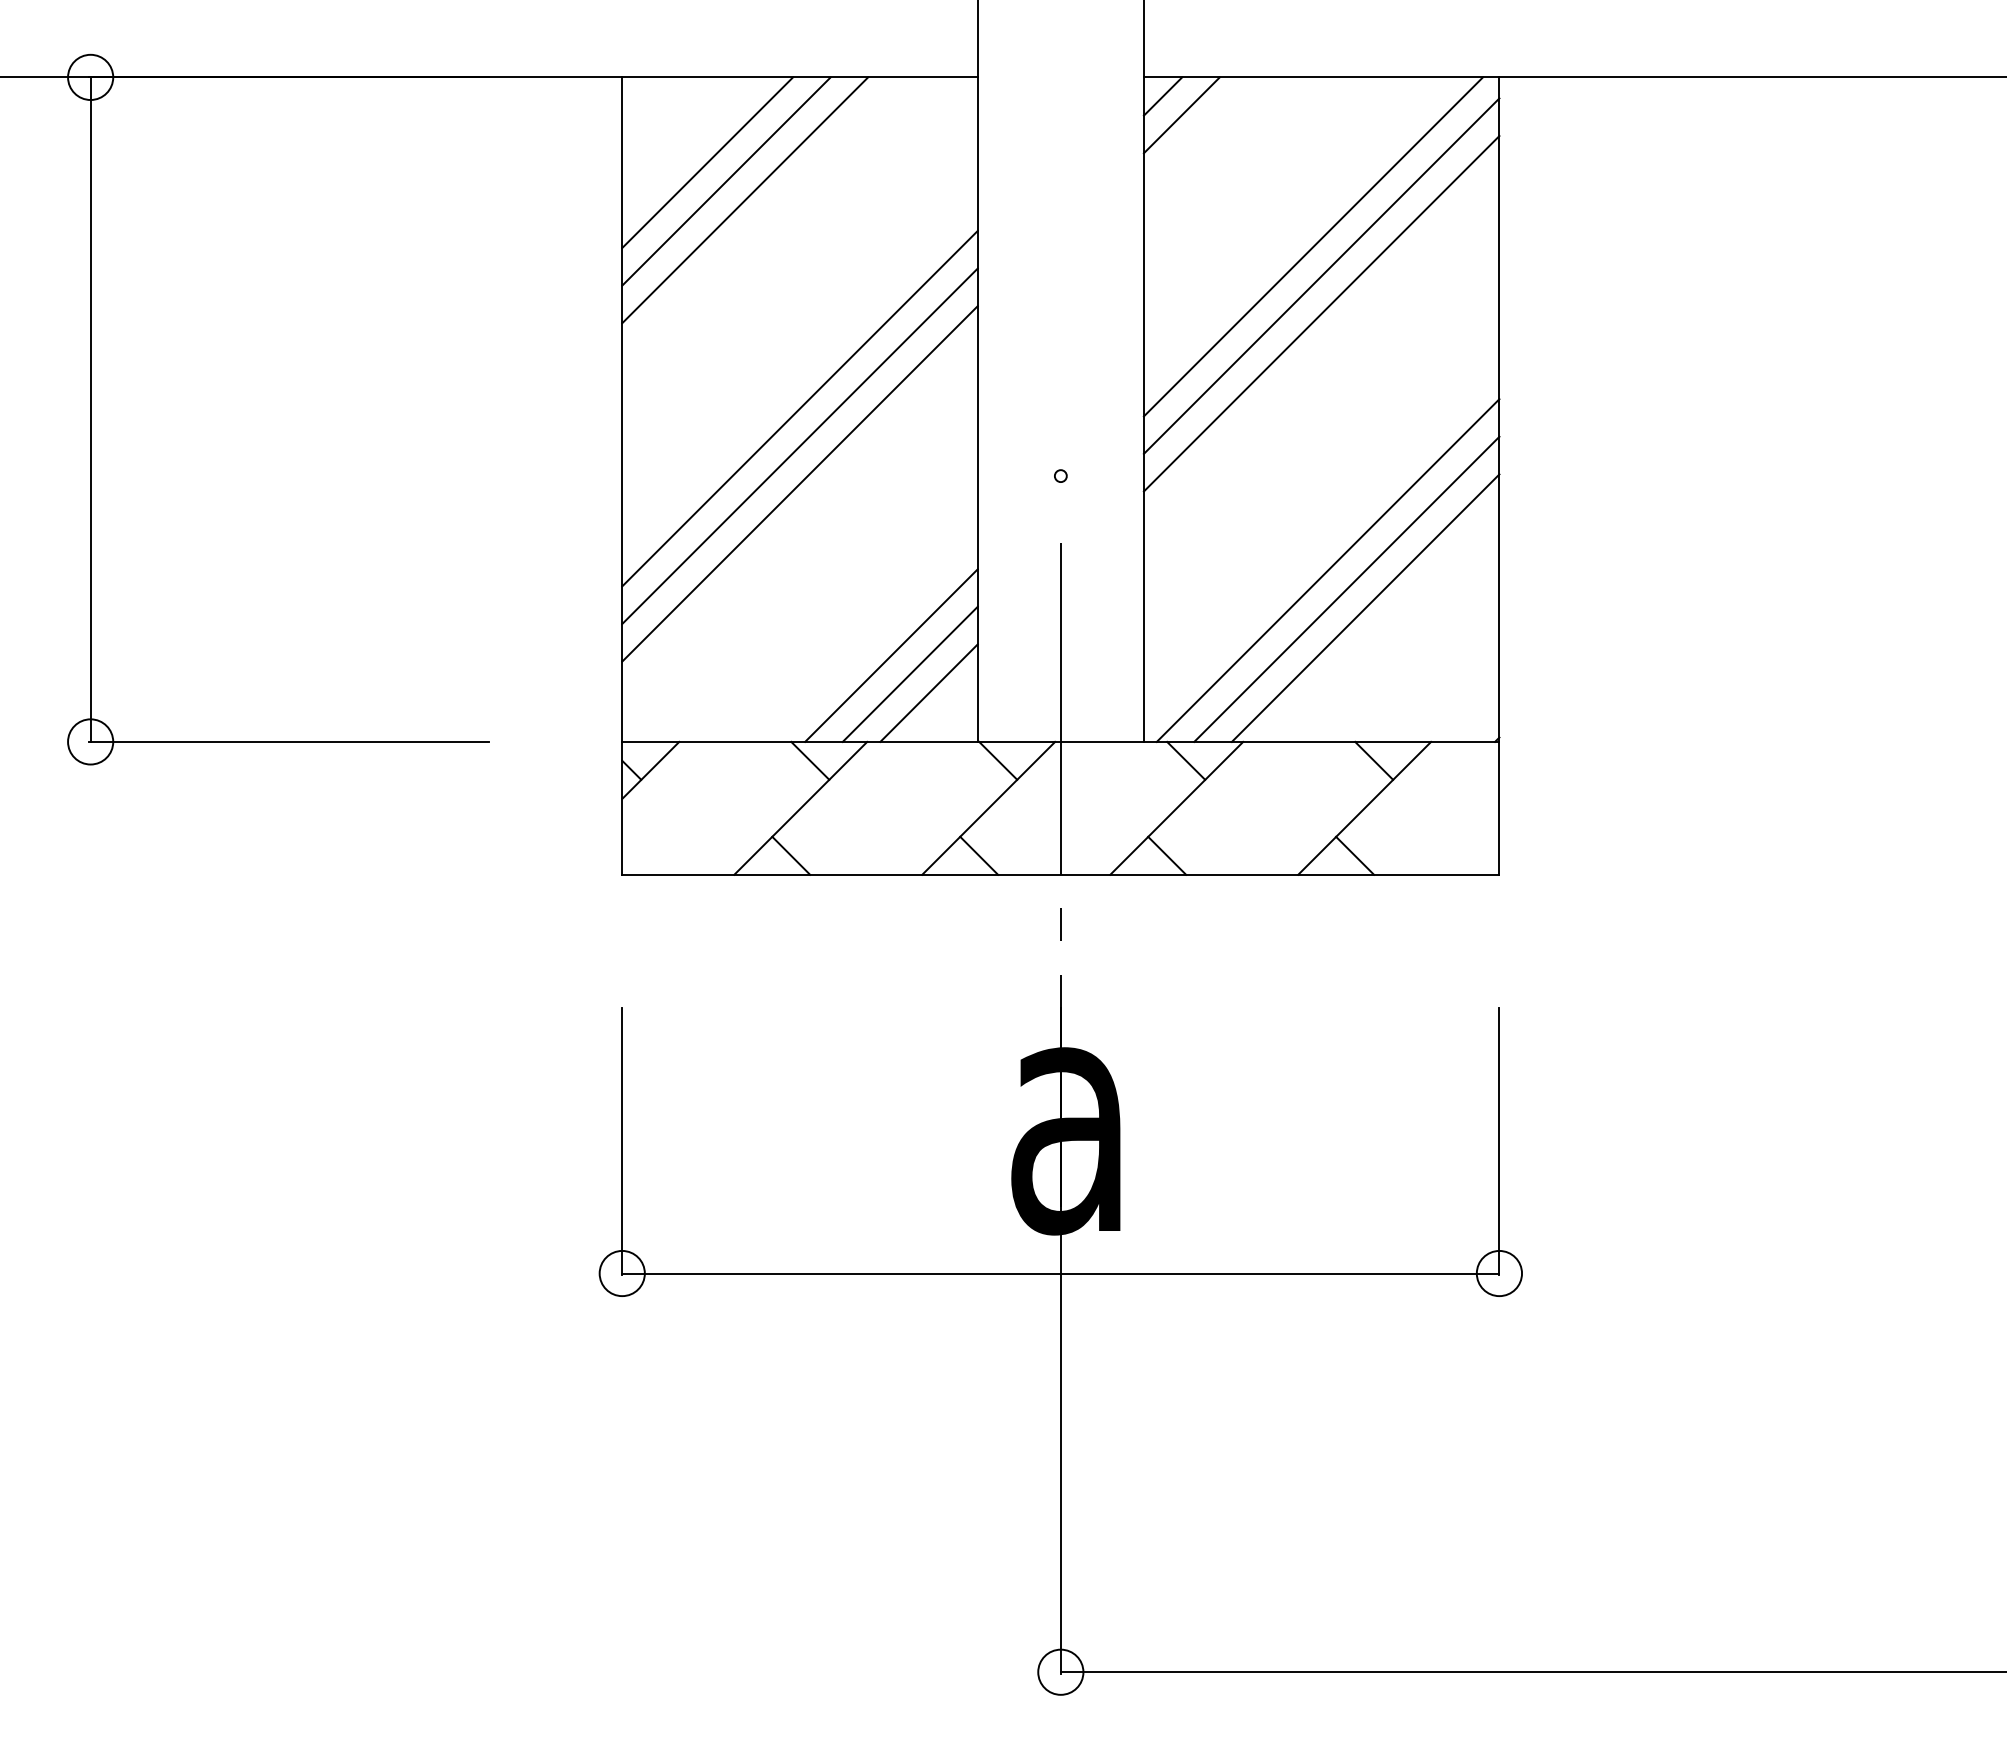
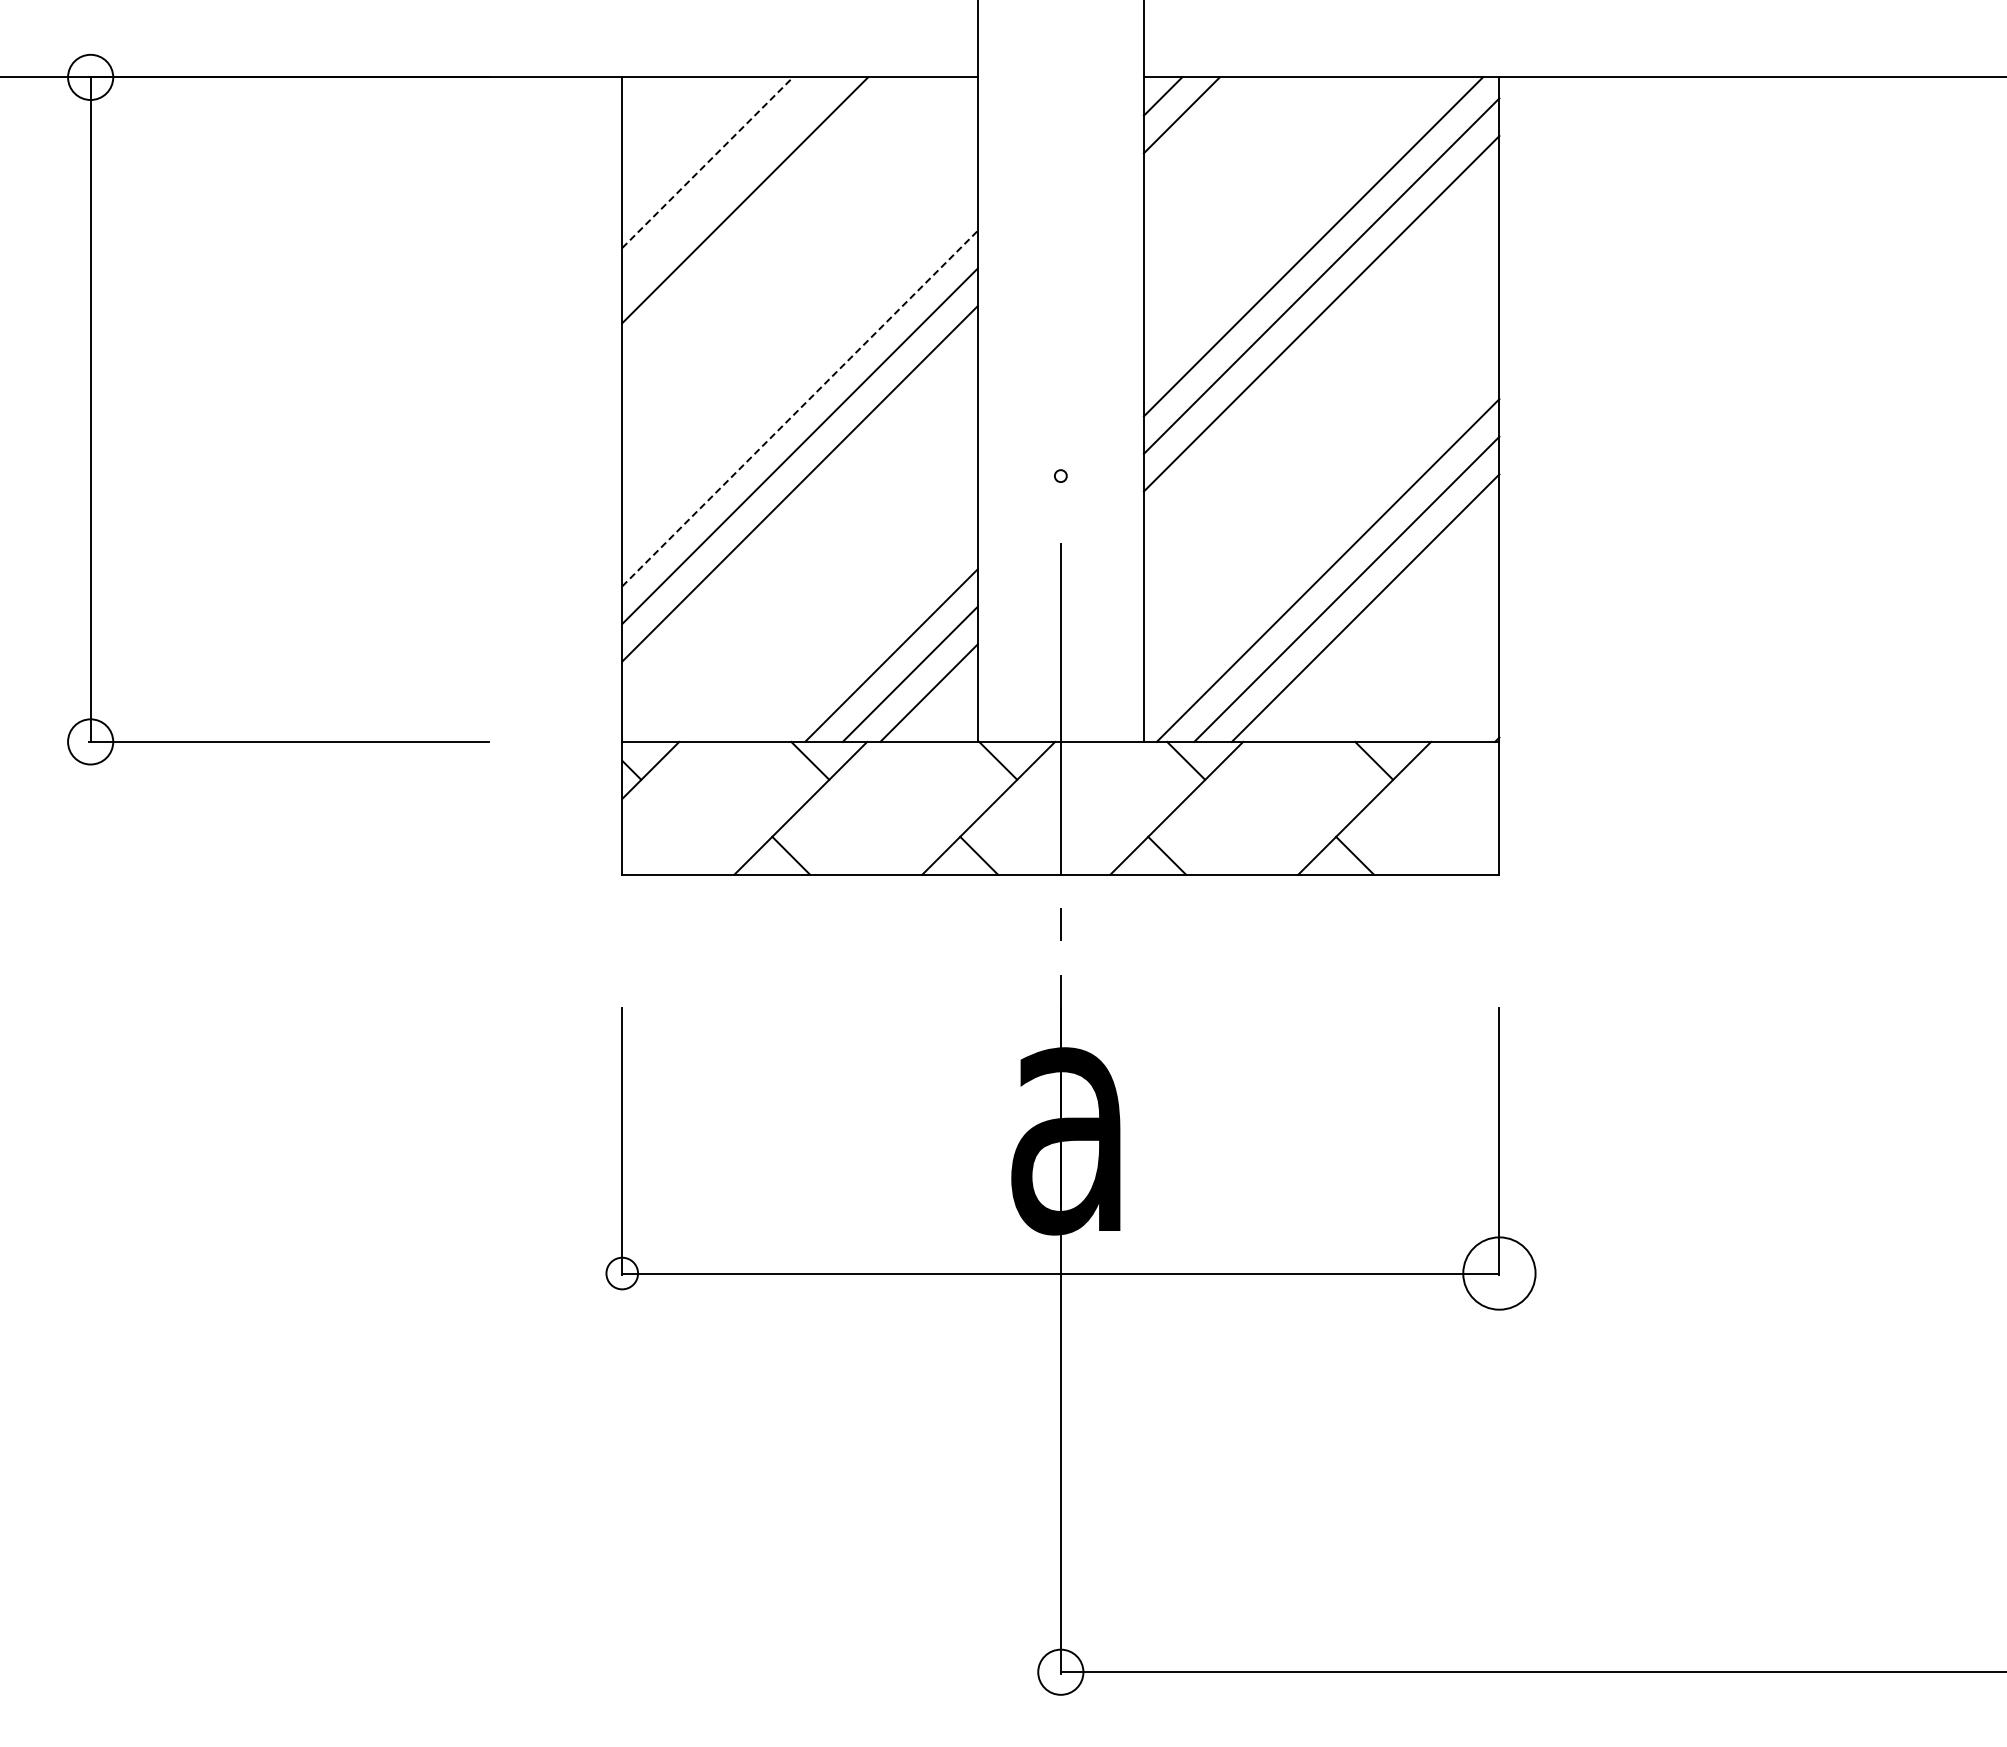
line at (707, 162): solid -> dashed
line at (726, 181): present -> none
line at (800, 408): solid -> dashed
circle at (621, 1273) diameter: 45 px -> 32 px
circle at (1499, 1273) diameter: 45 px -> 72 px
